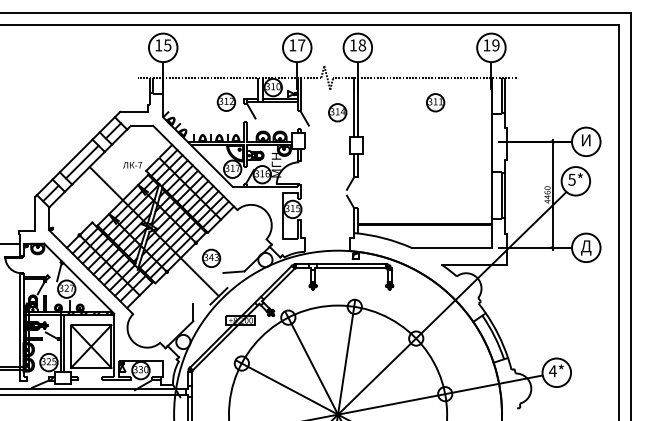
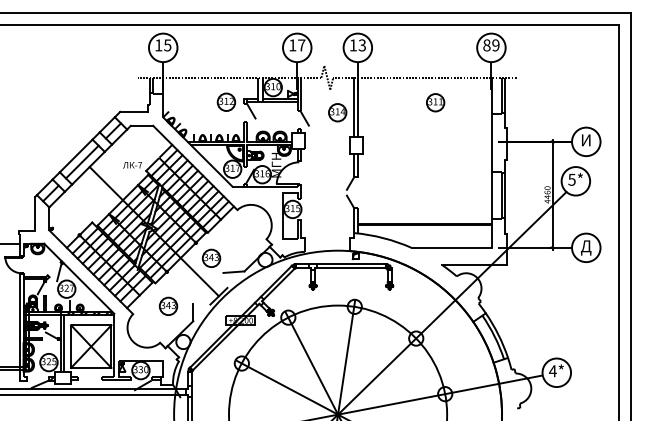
text at (362, 45): 18 -> 13
text at (486, 45): 19 -> 89
part at (168, 305): none -> present
